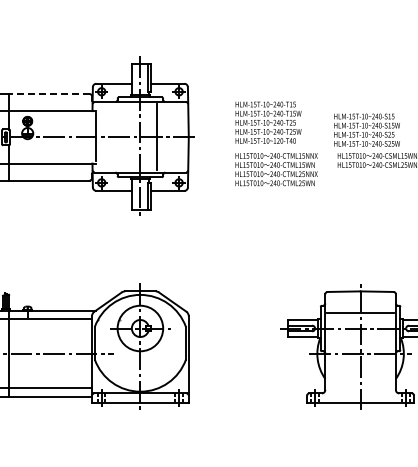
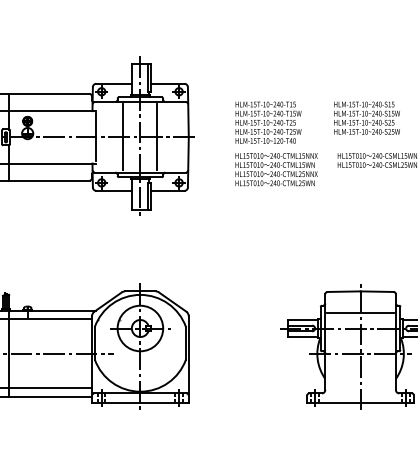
line at (49, 94): dashed -> solid
text at (366, 129) position: (366, 129) -> (366, 117)
line at (123, 137): none -> present
